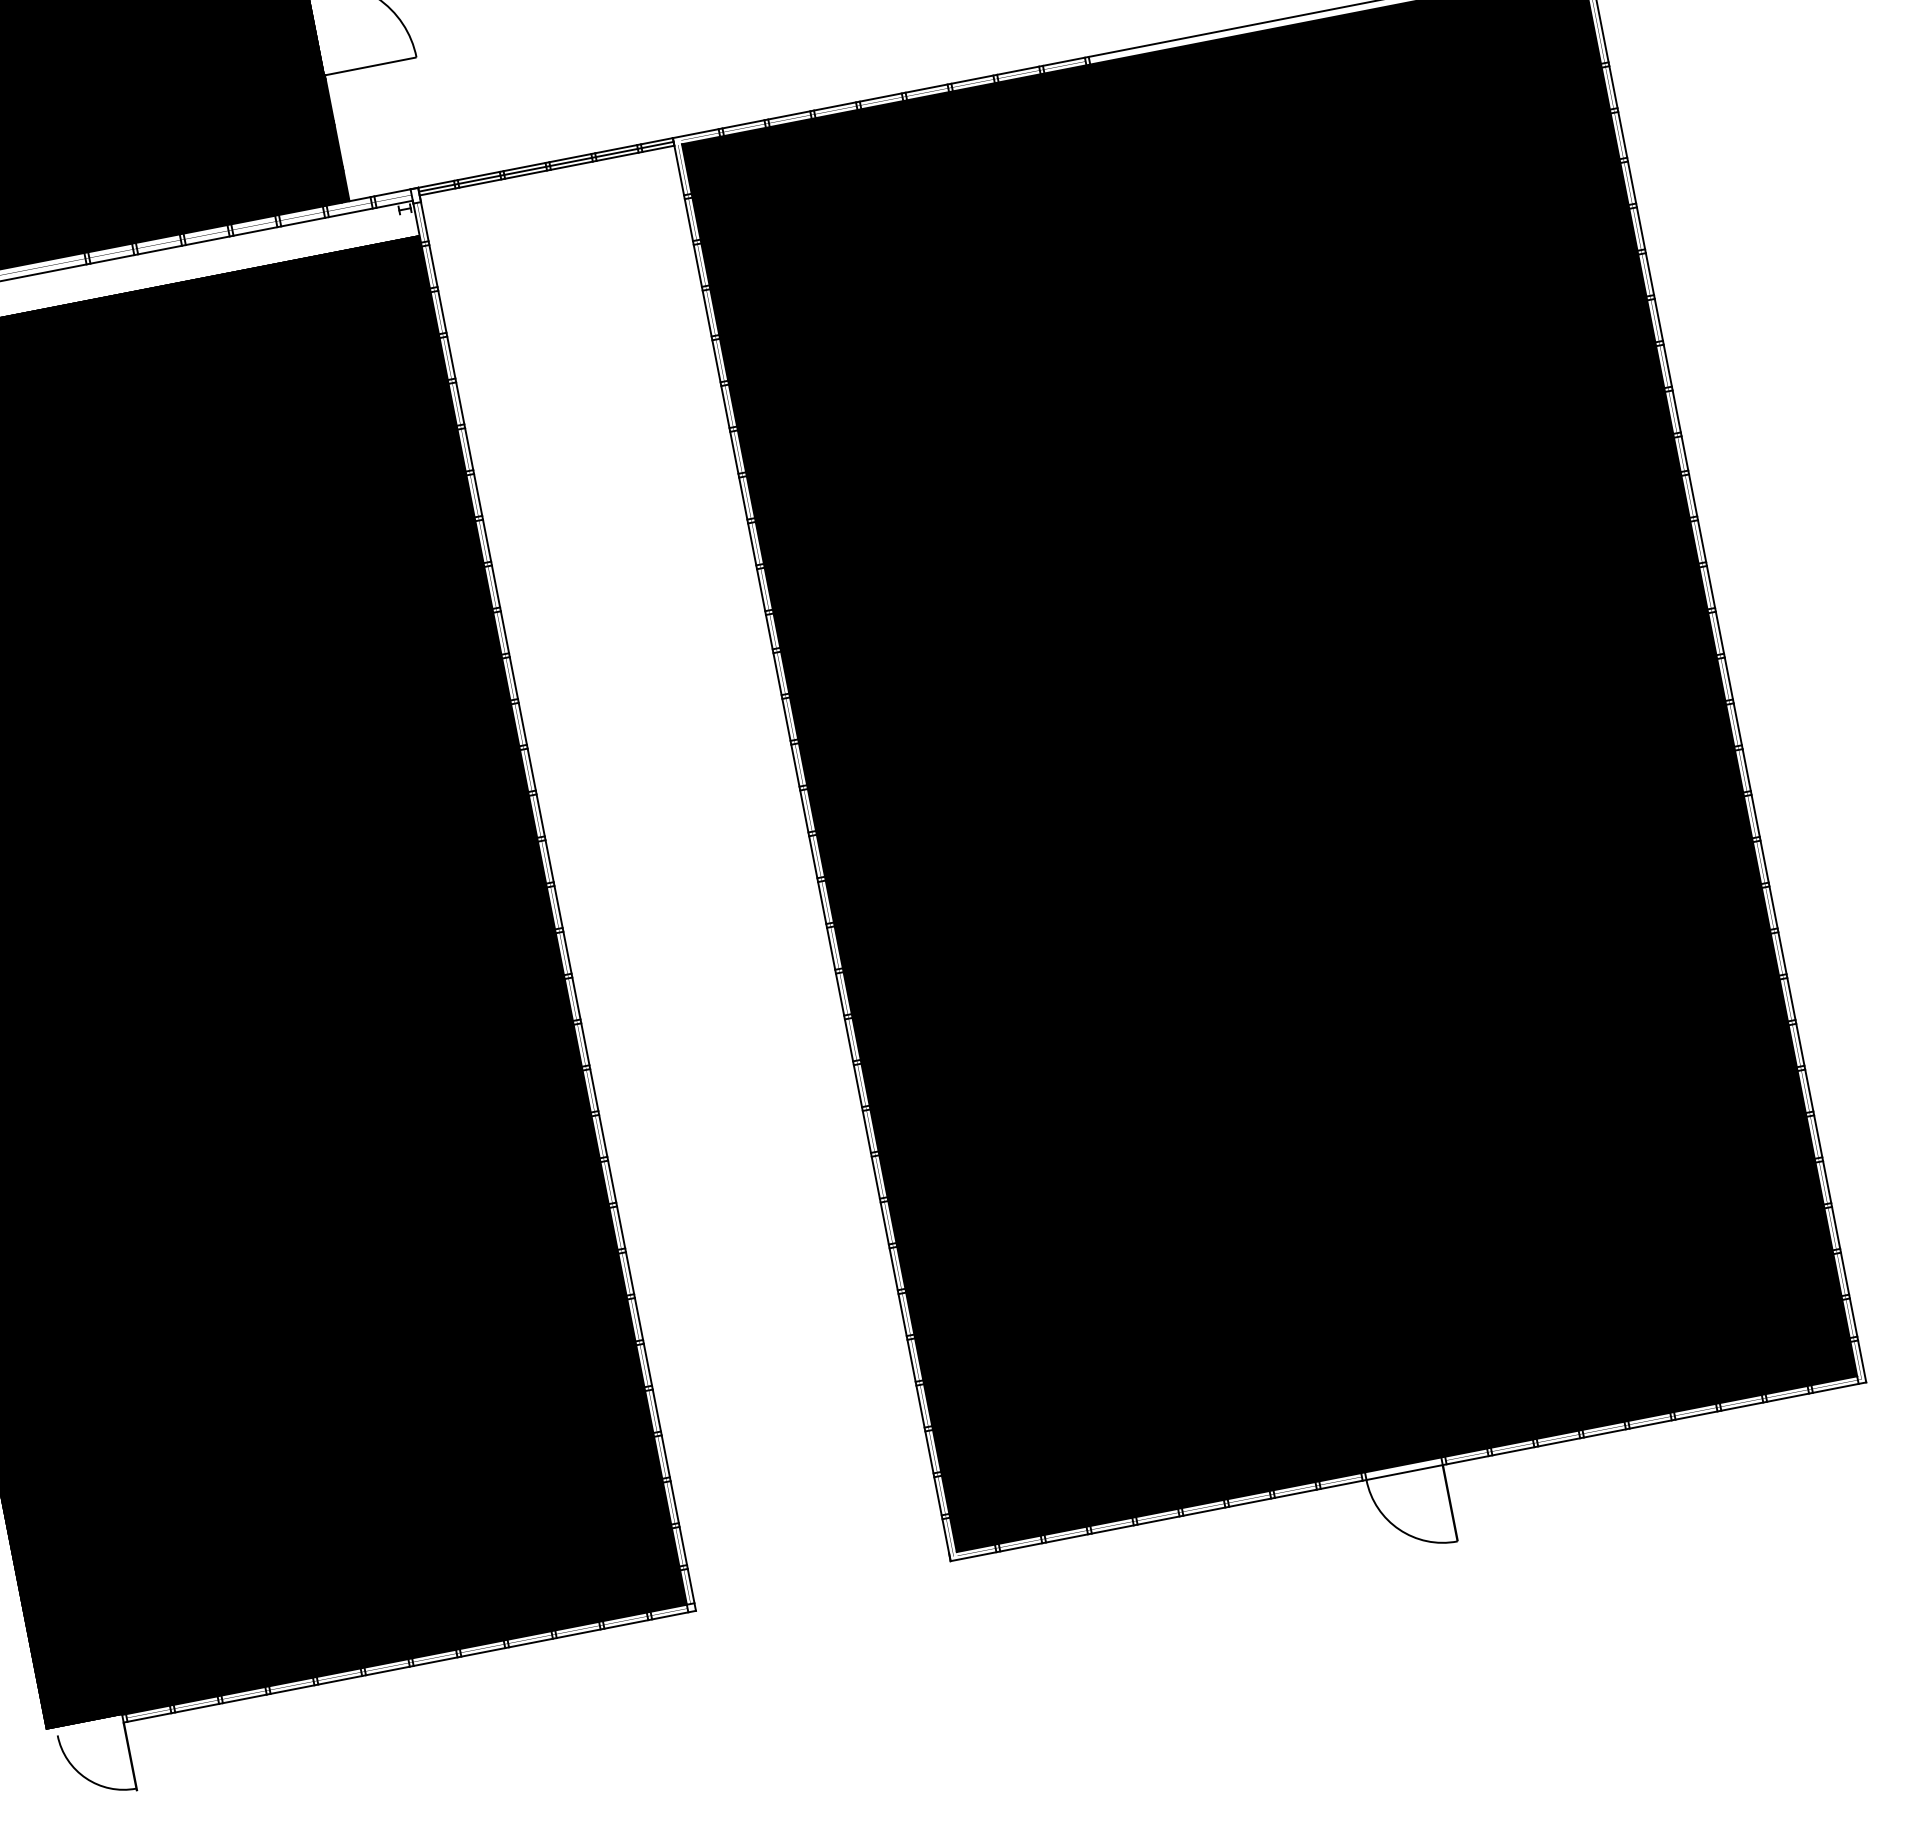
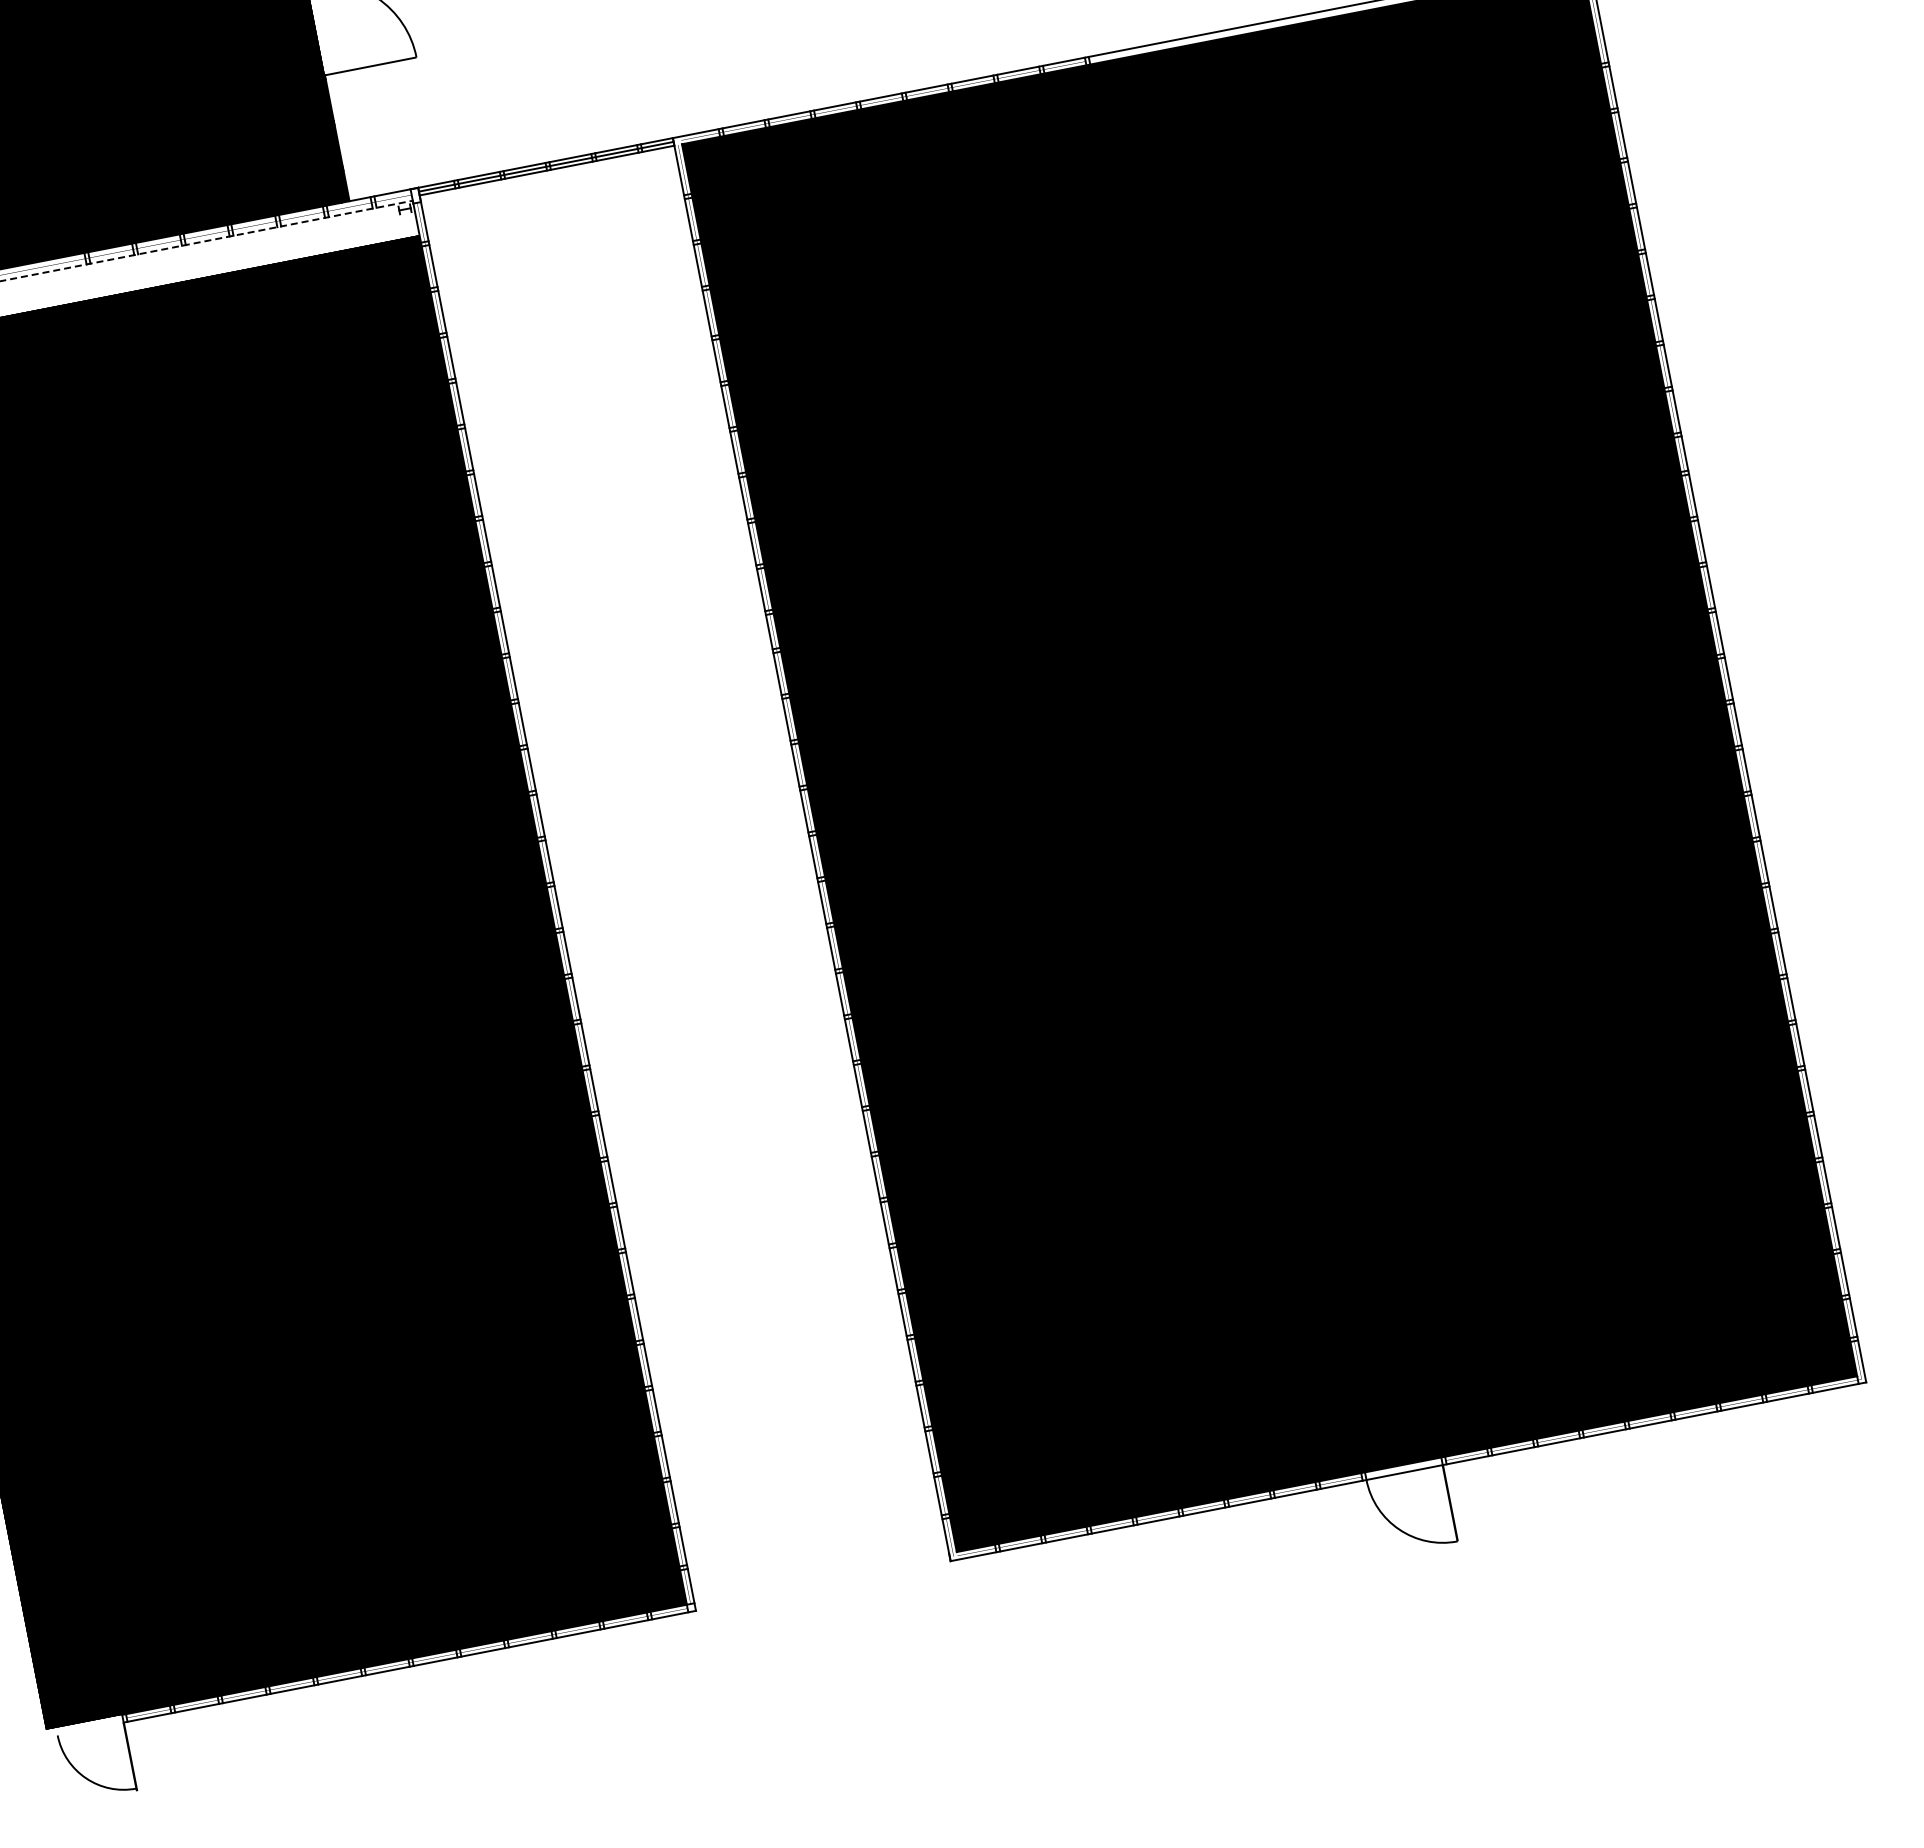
line at (206, 240): solid -> dashed
